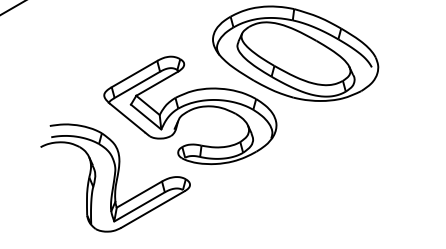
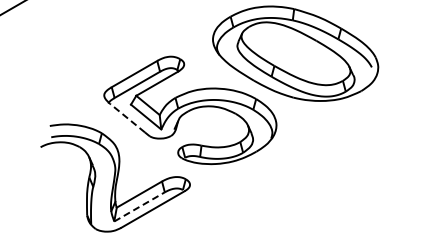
line at (127, 117): solid -> dashed
line at (139, 206): solid -> dashed
